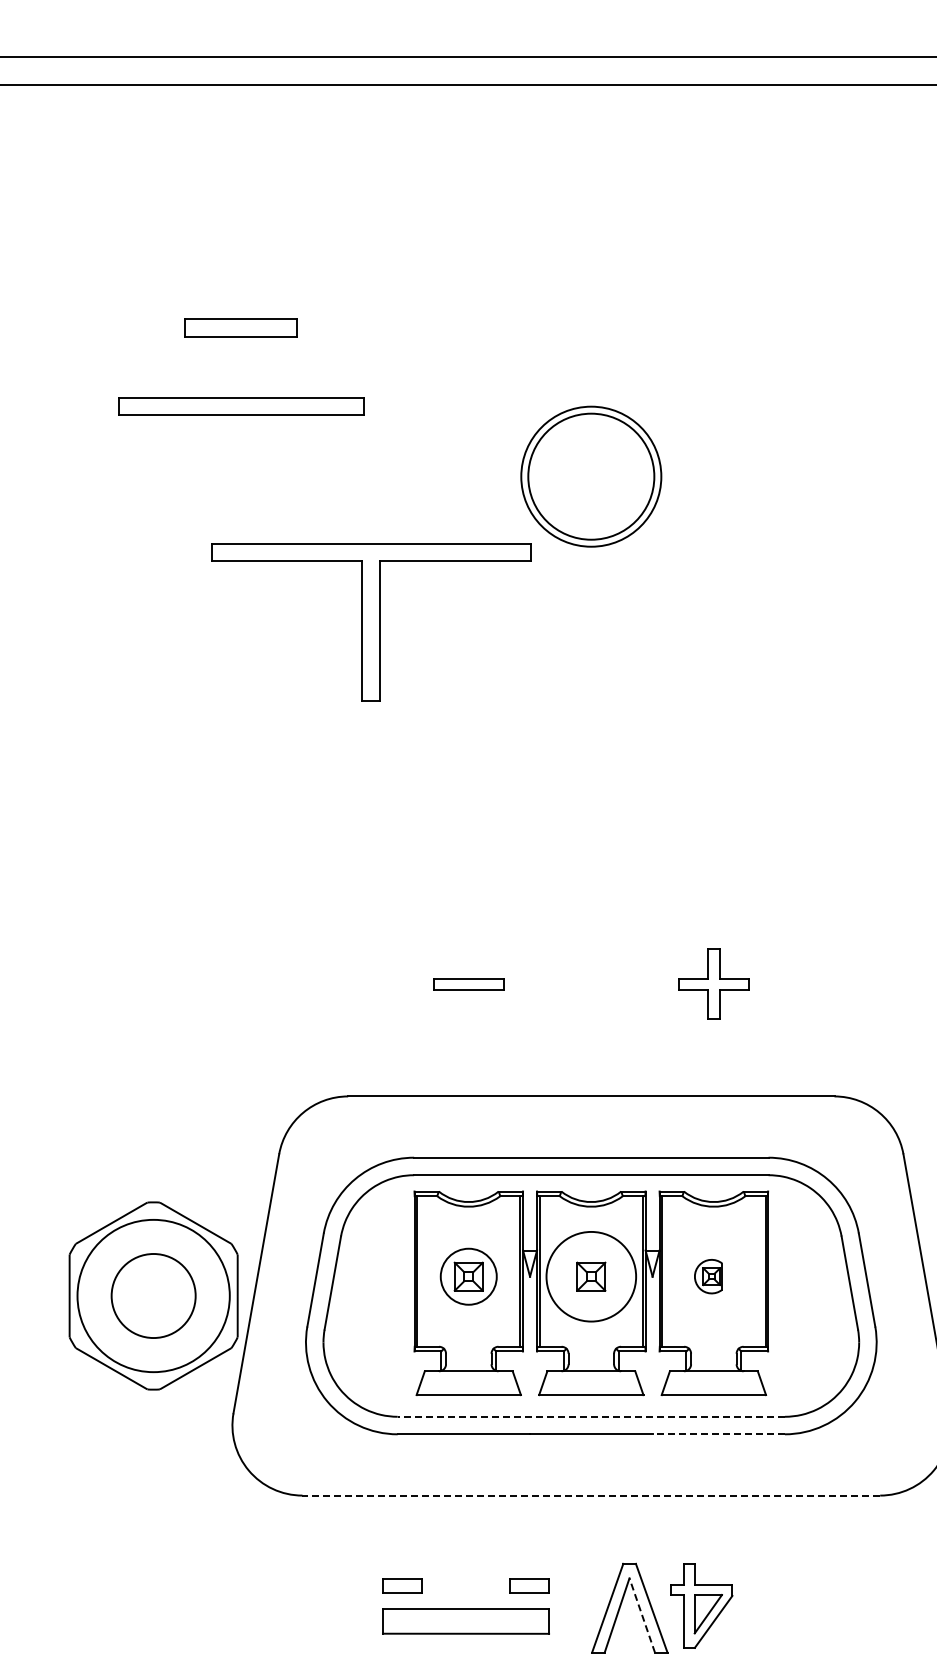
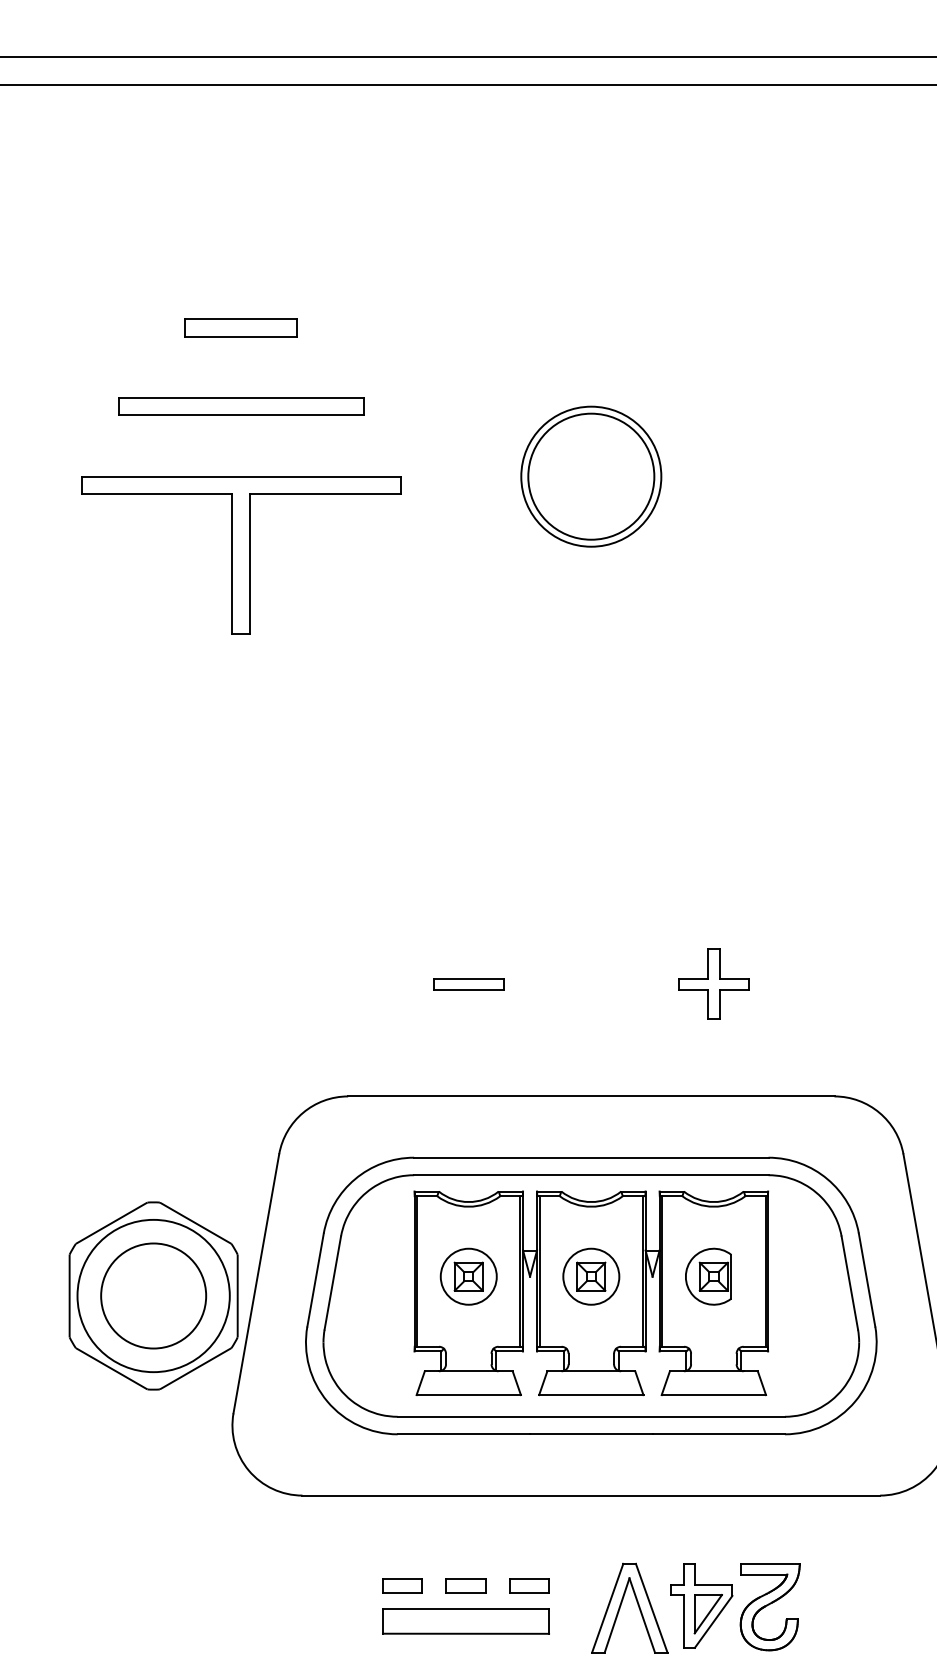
part at (371, 622) position: (371, 622) -> (241, 555)
circle at (591, 1276) diameter: 90 px -> 56 px
part at (708, 1276) size: 29x36 px -> 47x59 px
circle at (153, 1296) diameter: 84 px -> 105 px
line at (591, 1416): dashed -> solid
line at (718, 1434): dashed -> solid
line at (591, 1495): dashed -> solid
part at (465, 1585): none -> present
part at (769, 1607): none -> present
line at (642, 1615): dashed -> solid
